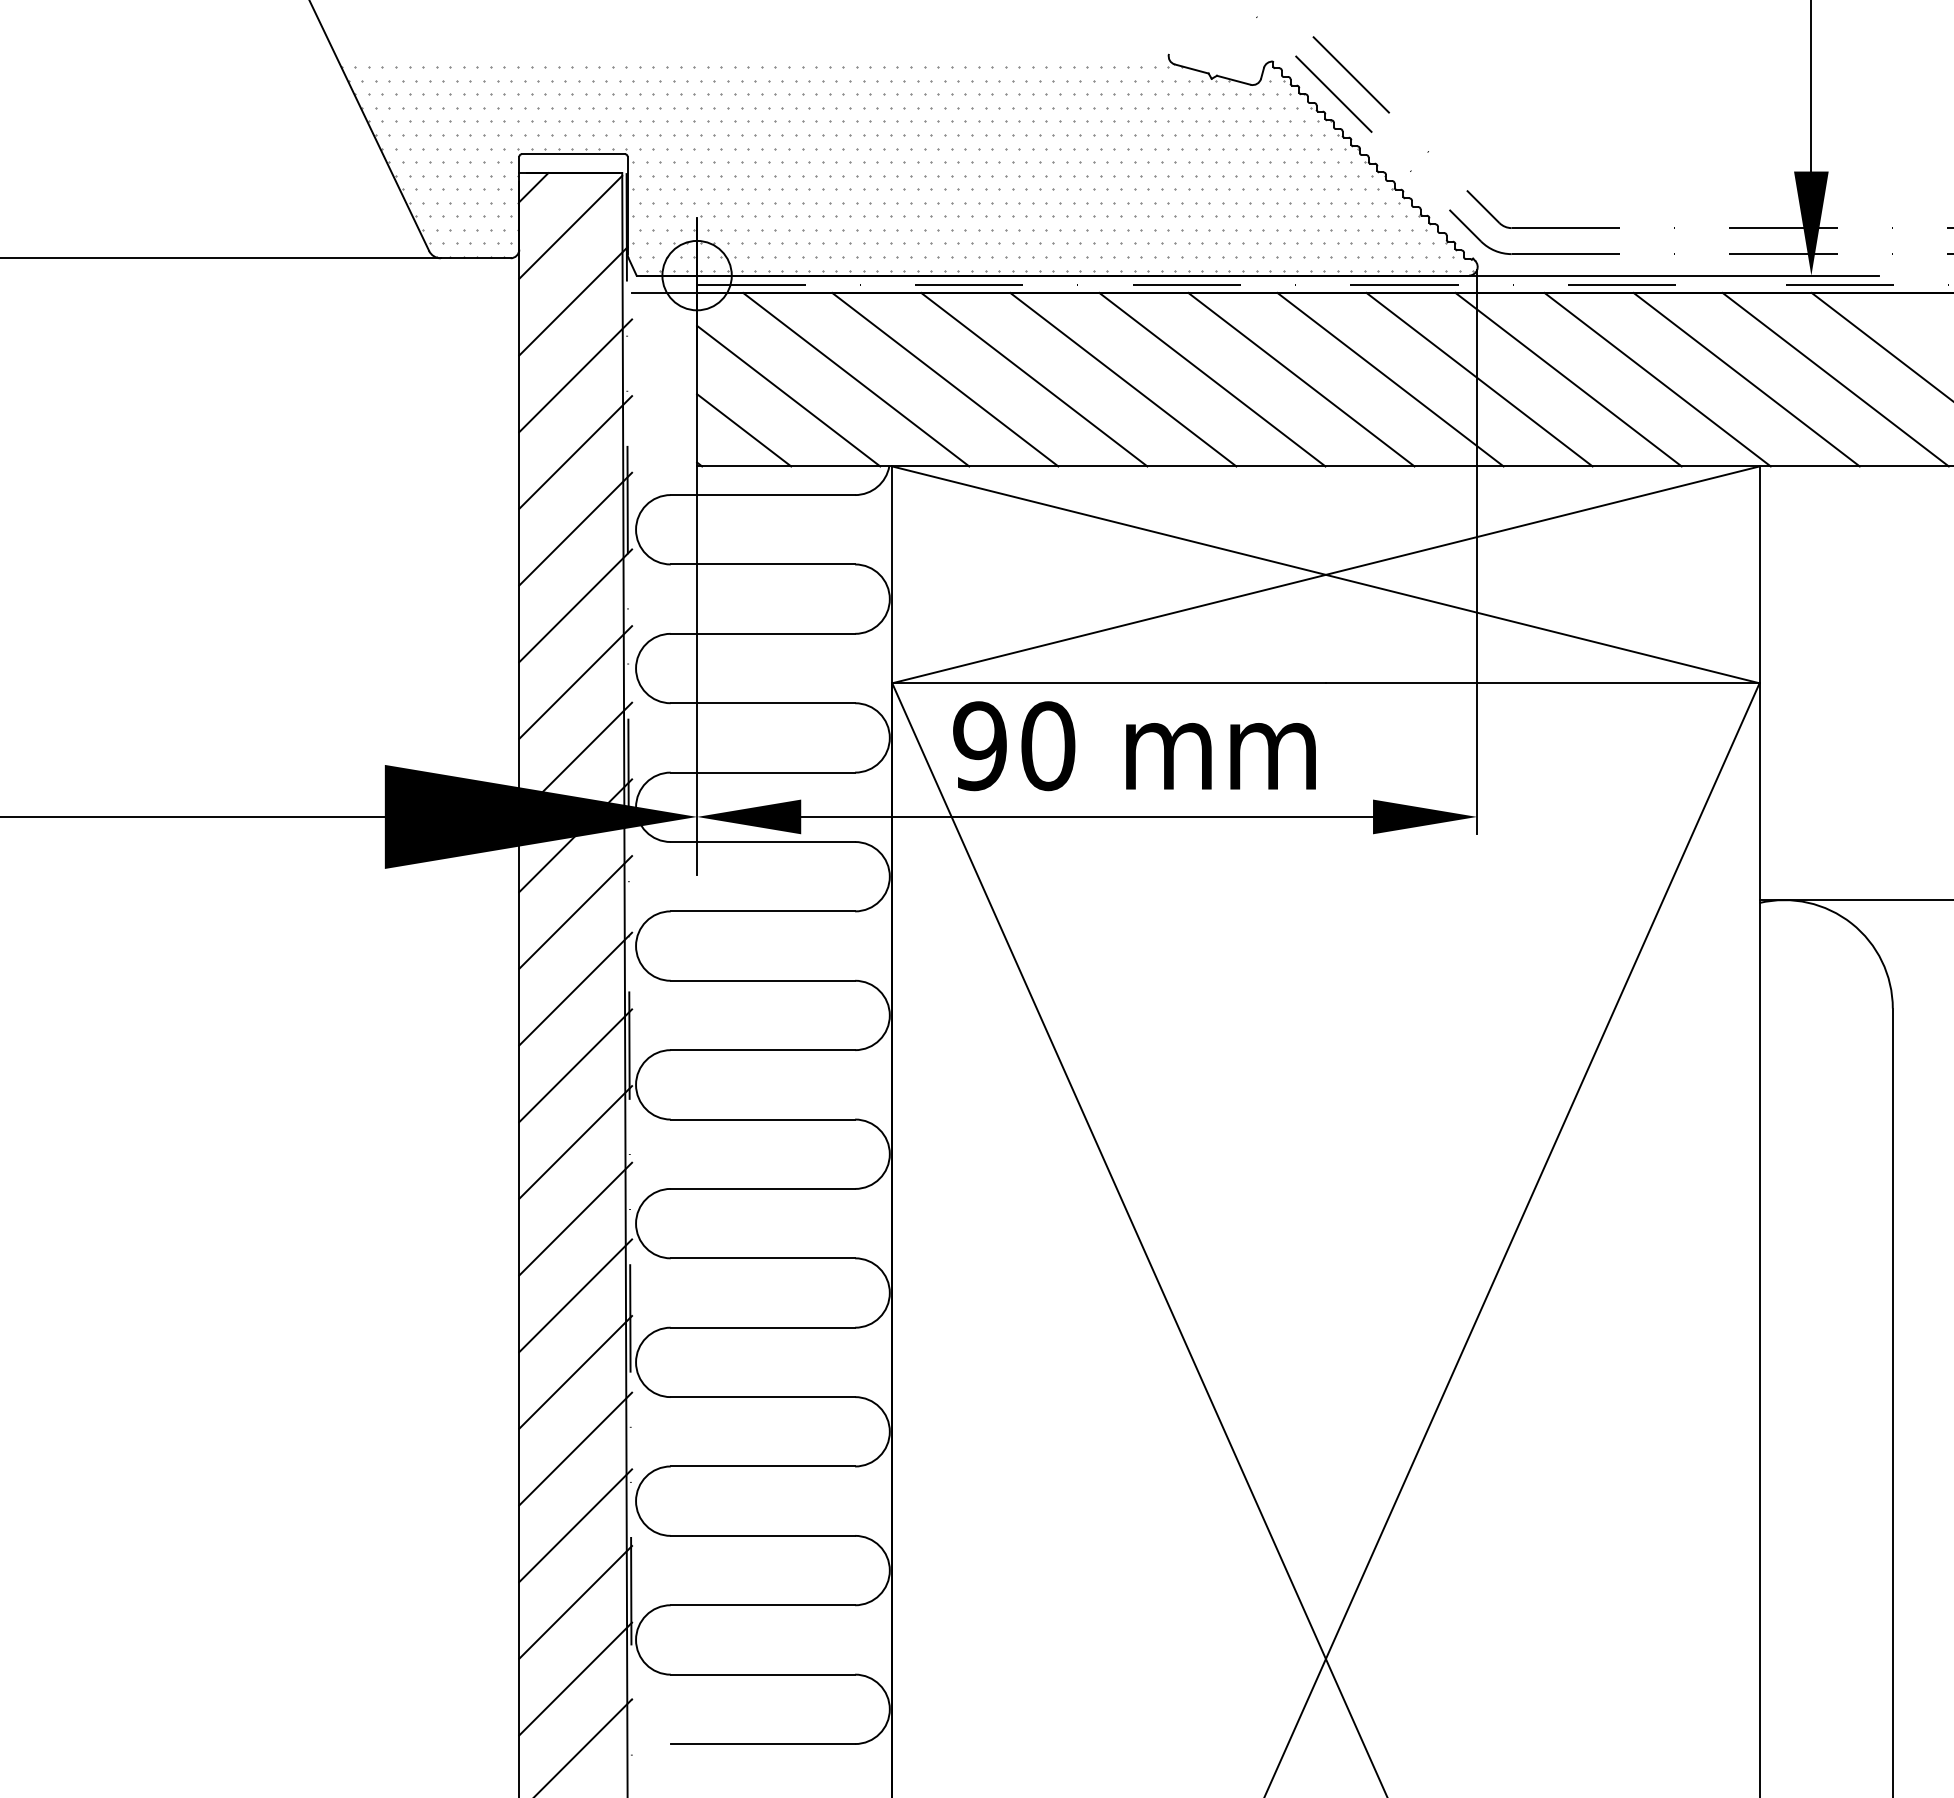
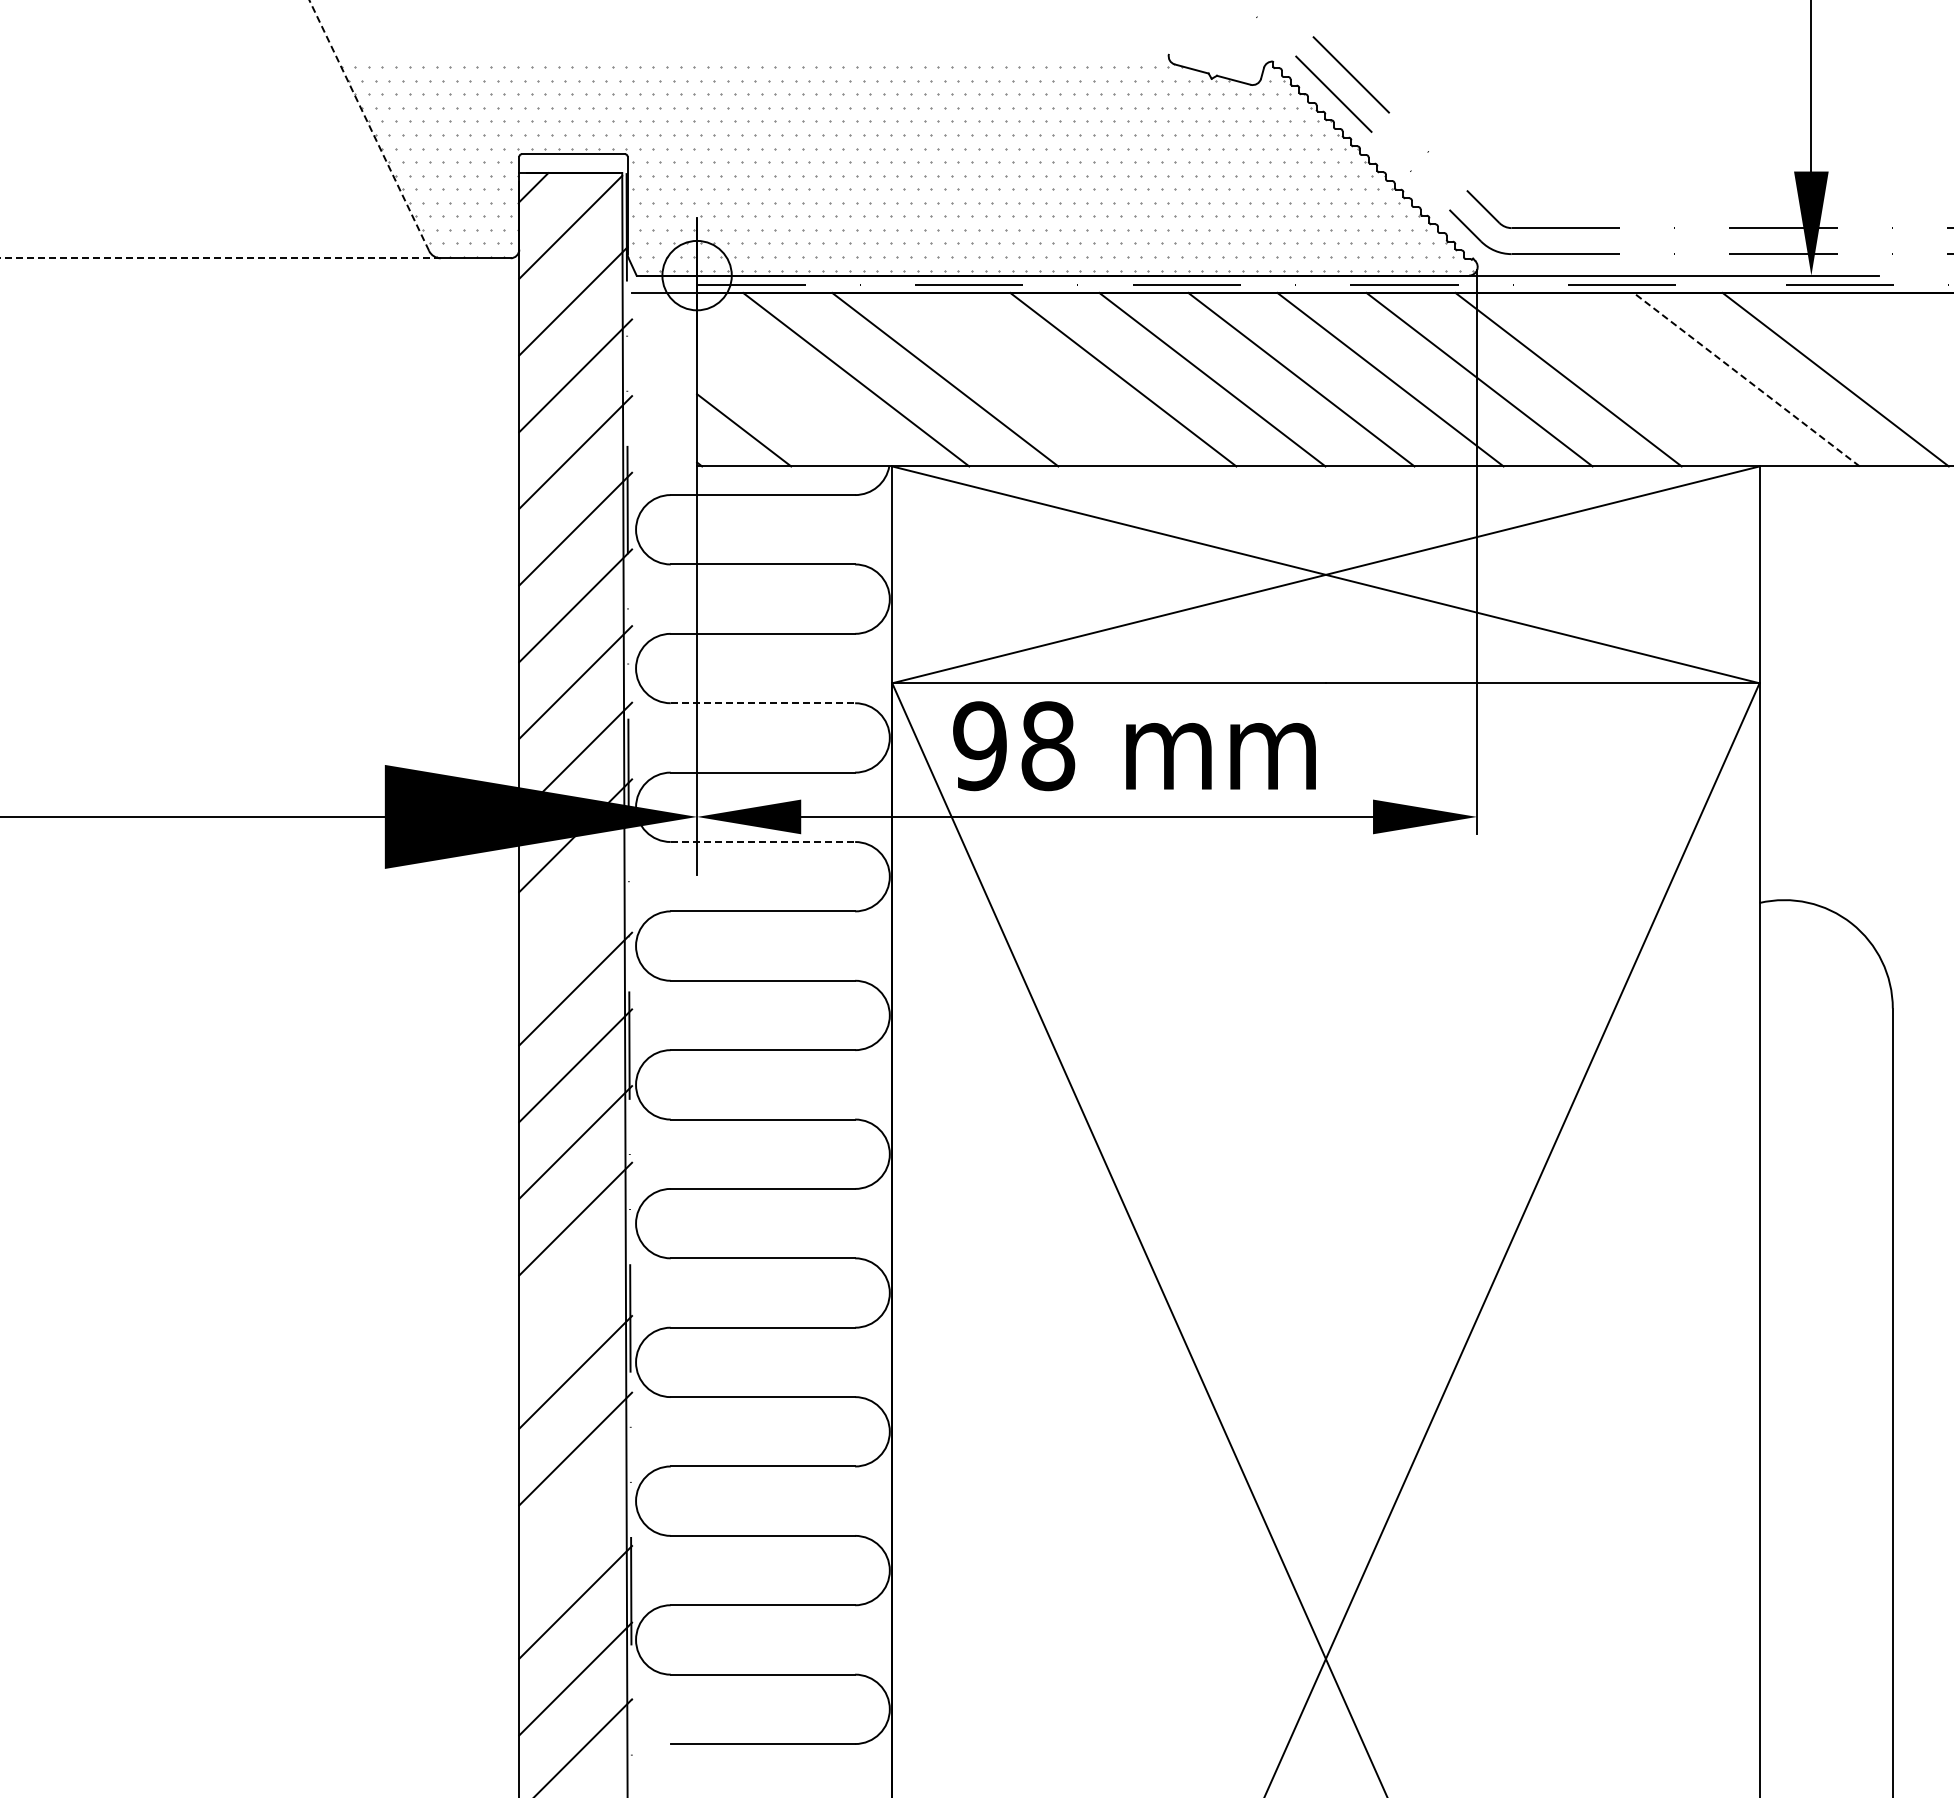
line at (369, 125): solid -> dashed
line at (220, 258): solid -> dashed
line at (1880, 345): present -> none
line at (1034, 379): present -> none
line at (1657, 379): present -> none
line at (1746, 379): solid -> dashed
line at (788, 395): present -> none
line at (763, 703): solid -> dashed
text at (1048, 745): 90 -> 98
line at (763, 842): solid -> dashed
line at (1854, 900): present -> none
line at (575, 912): present -> none
line at (575, 1295): present -> none
line at (575, 1525): present -> none
